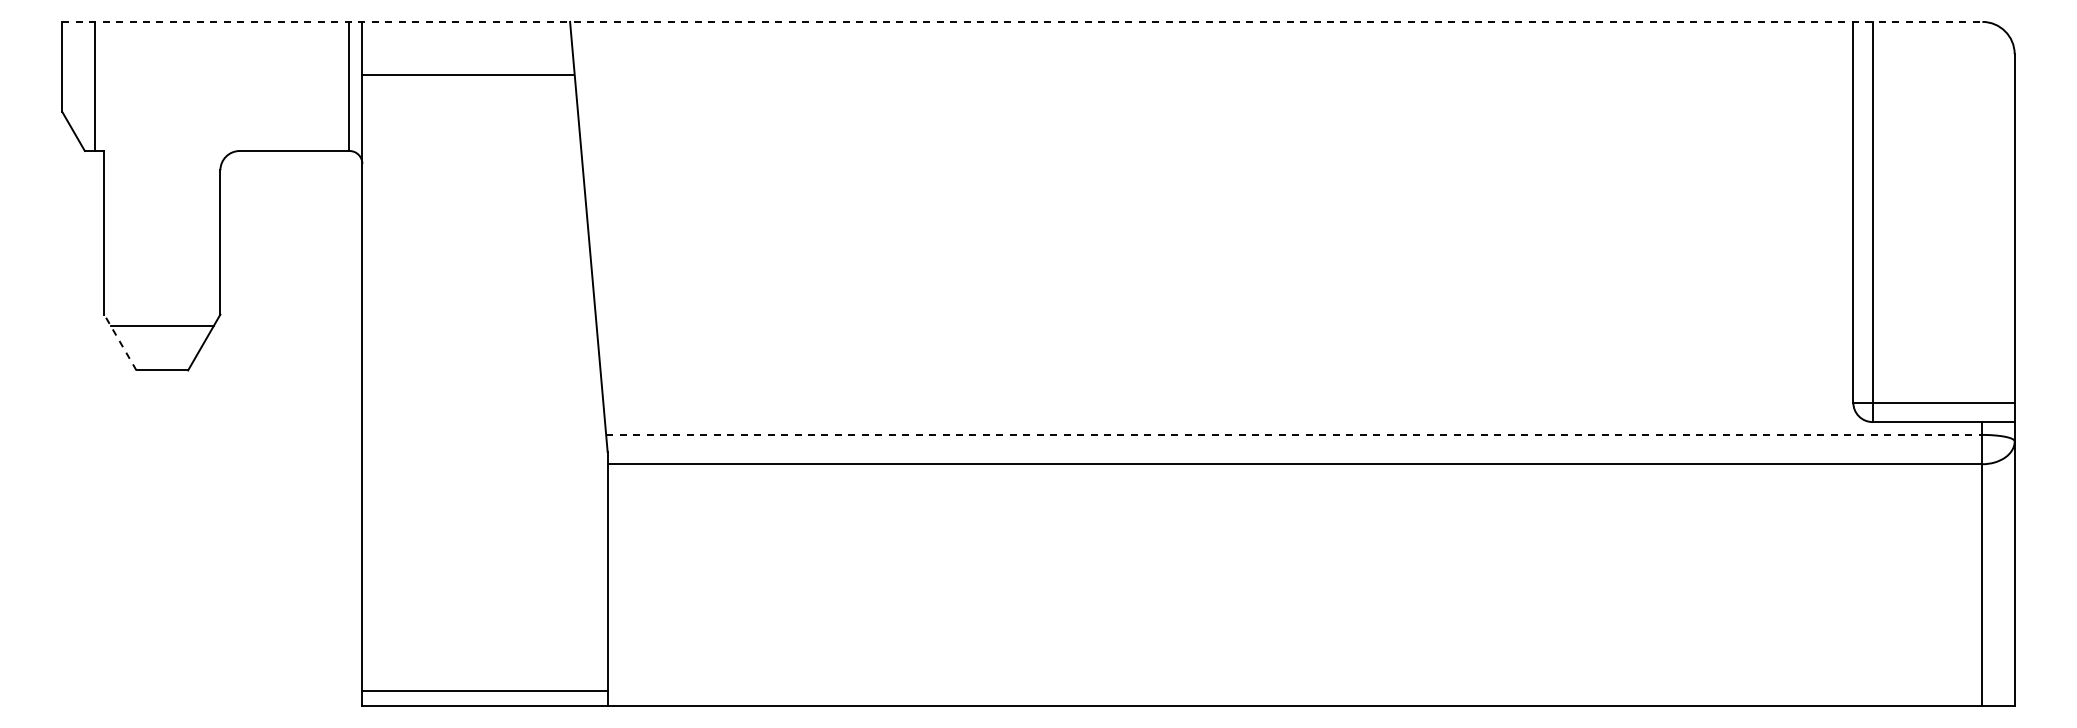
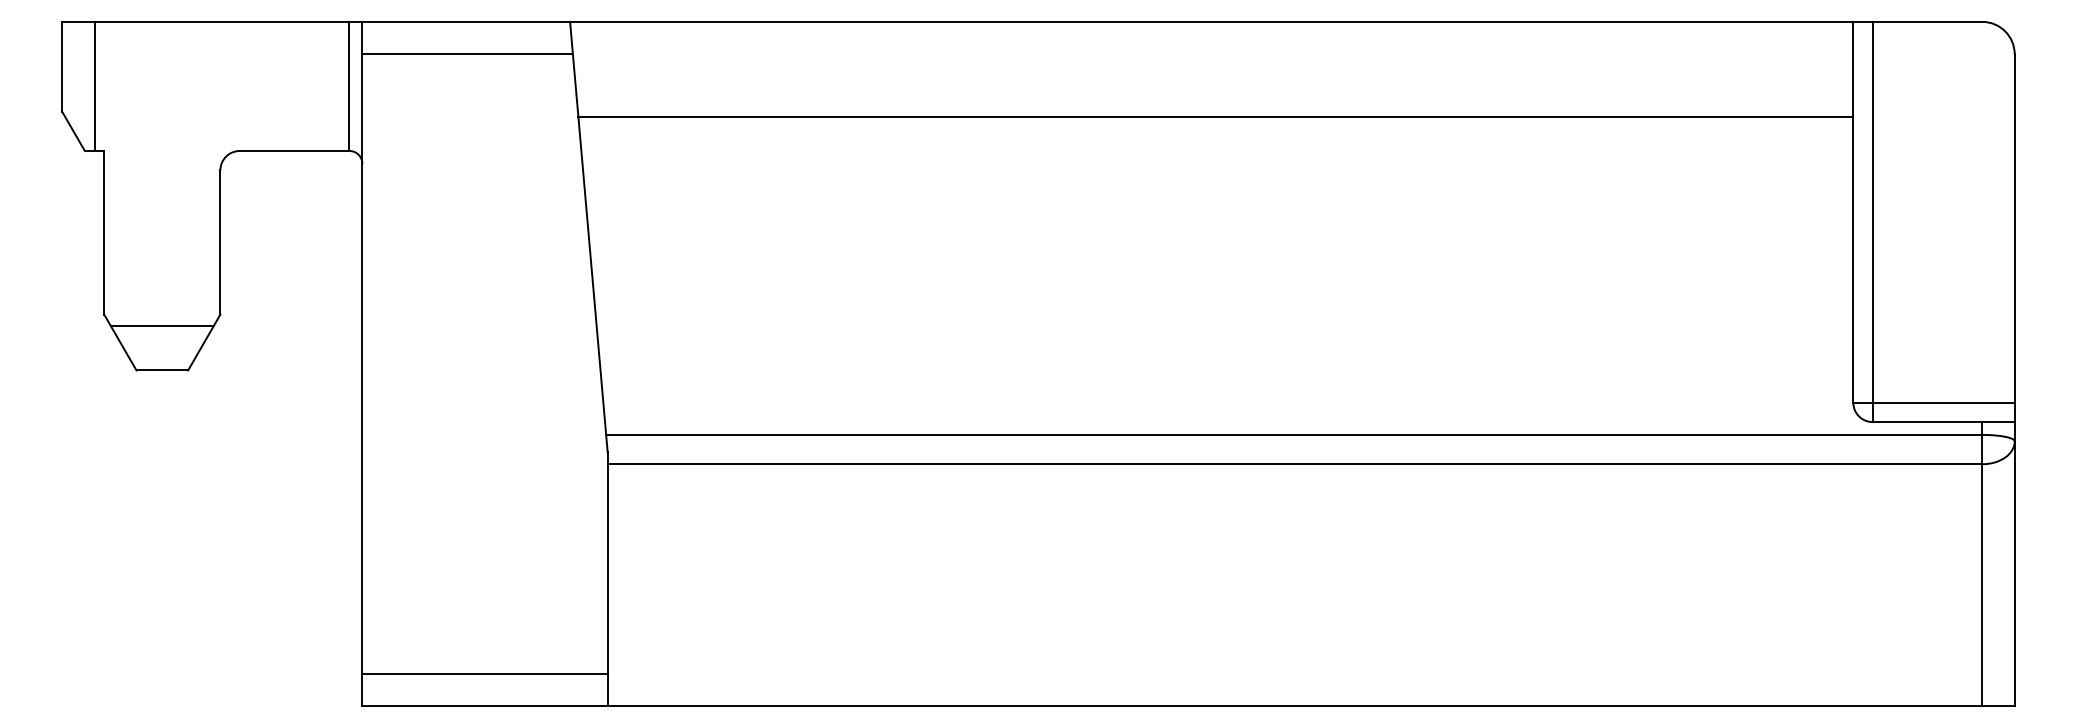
line at (1022, 21): dashed -> solid
line at (467, 75) position: (467, 75) -> (467, 54)
line at (1215, 117): none -> present
line at (120, 342): dashed -> solid
line at (1294, 434): dashed -> solid
line at (484, 690) position: (484, 690) -> (484, 673)
